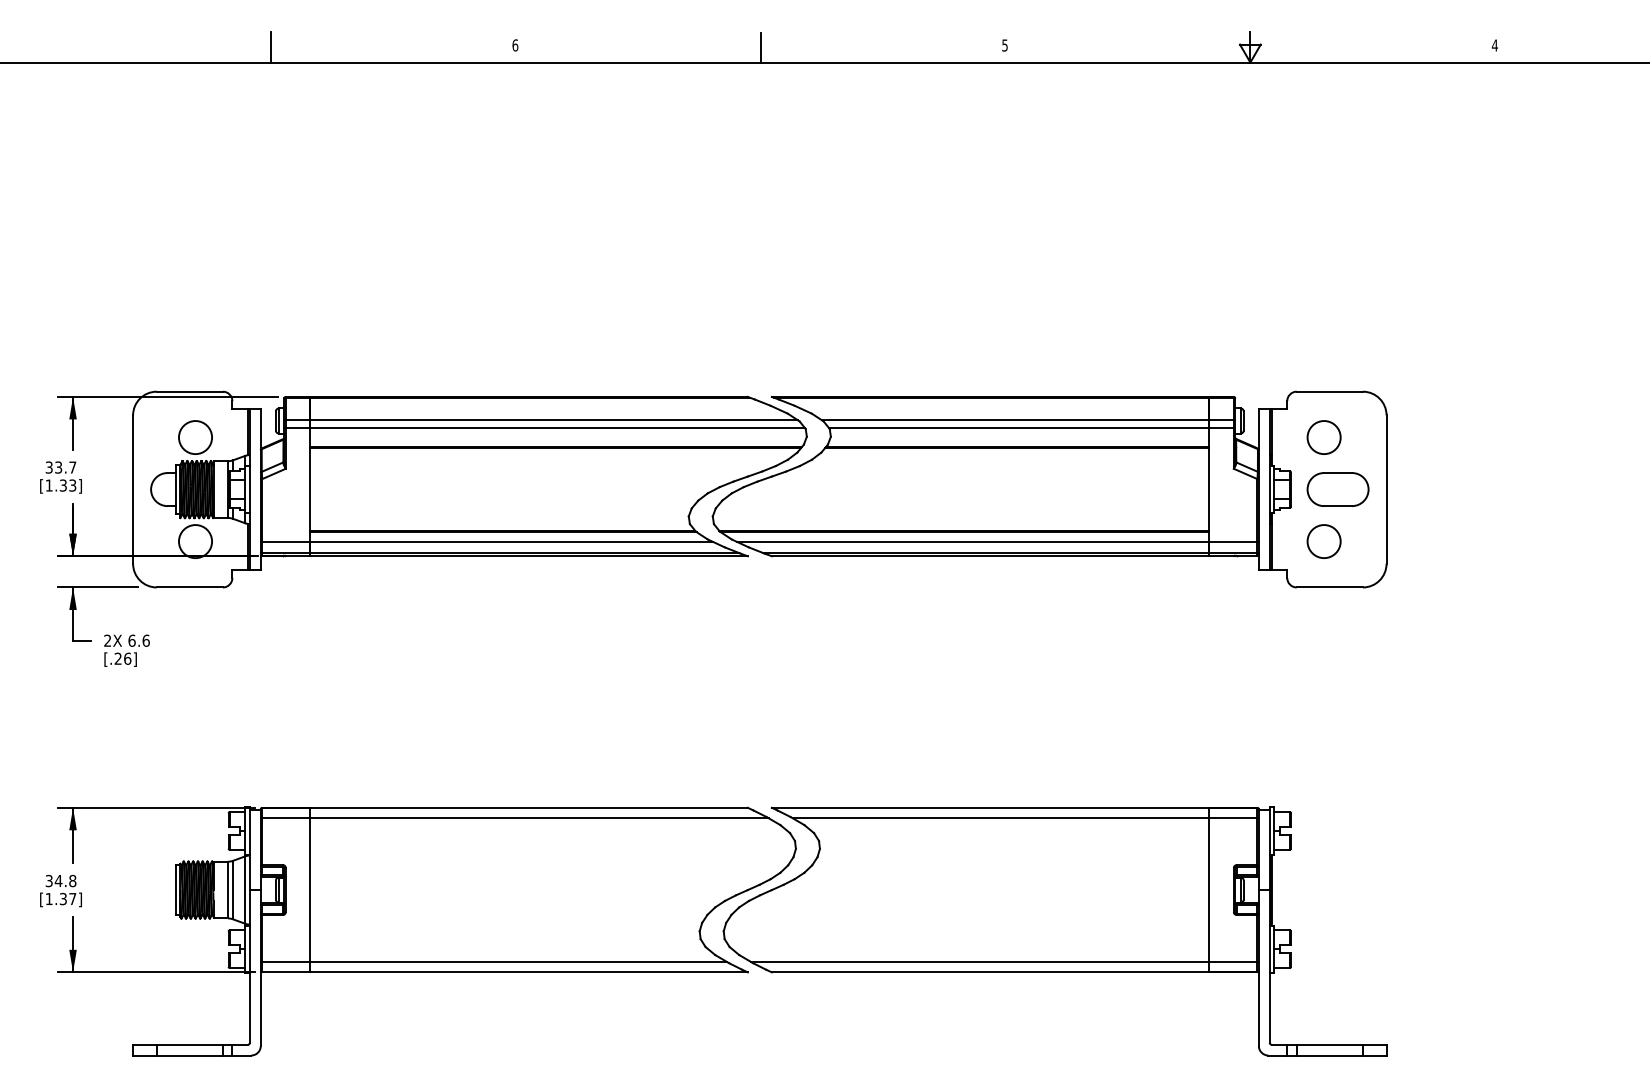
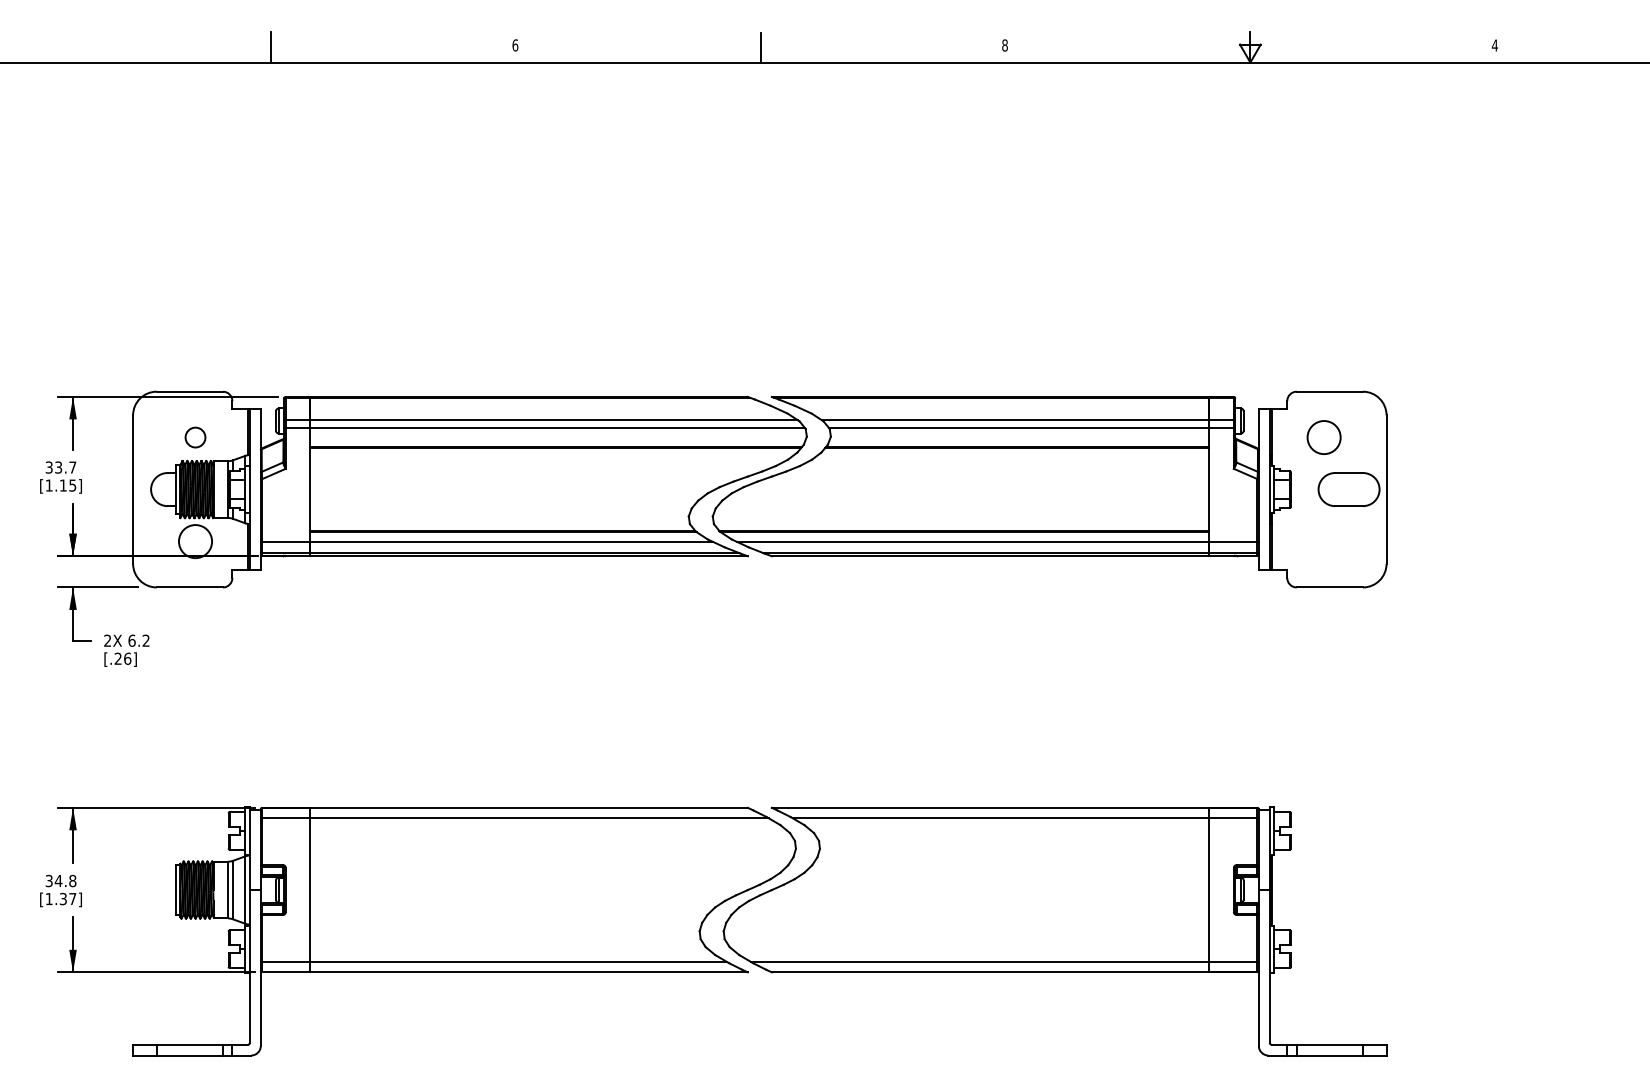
text at (1004, 45): 5 -> 8
circle at (195, 437) diameter: 33 px -> 20 px
text at (67, 485): [1.33] -> [1.15]
part at (1337, 489) position: (1337, 489) -> (1348, 489)
circle at (1323, 541): present -> none
text at (145, 640): 6.6 -> 6.2
